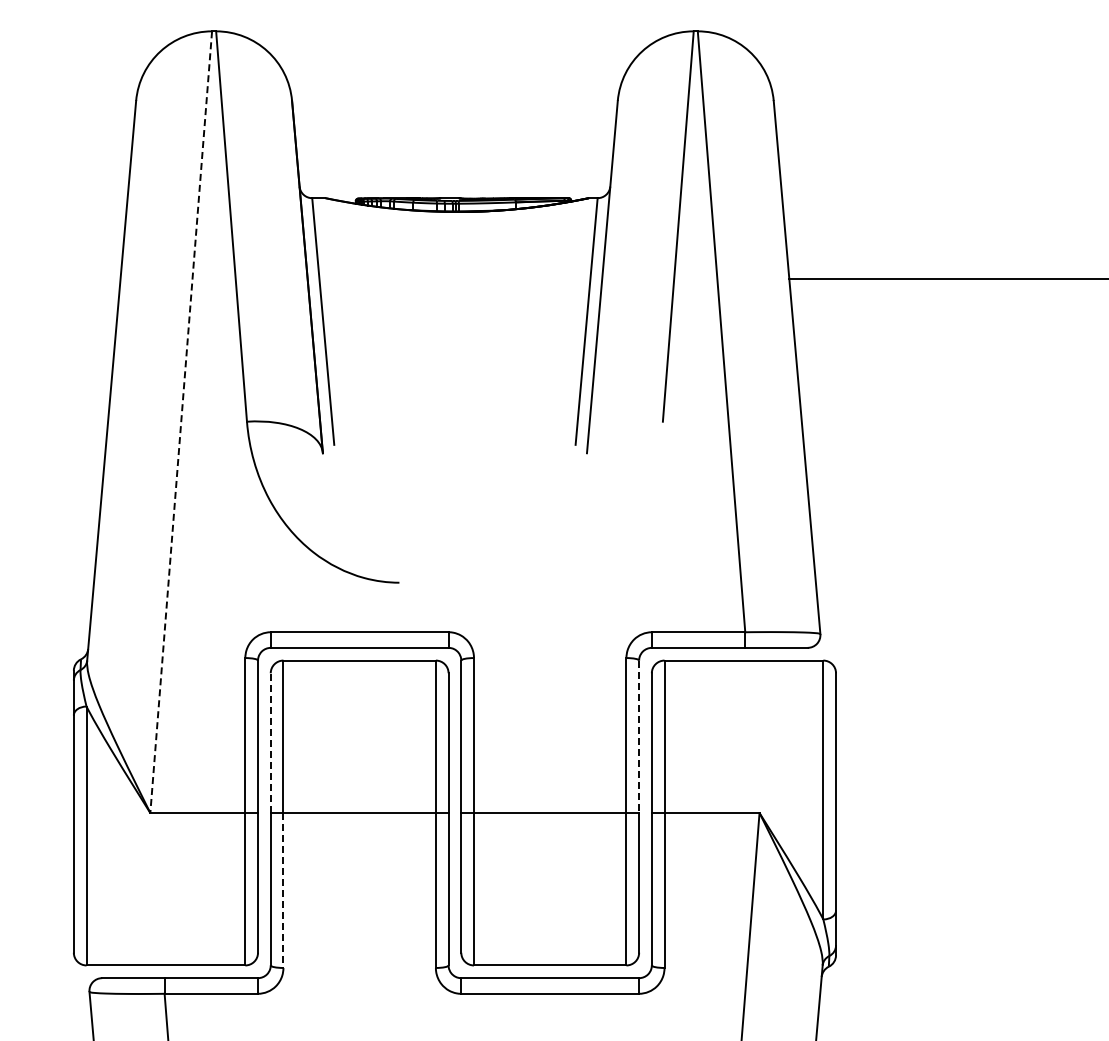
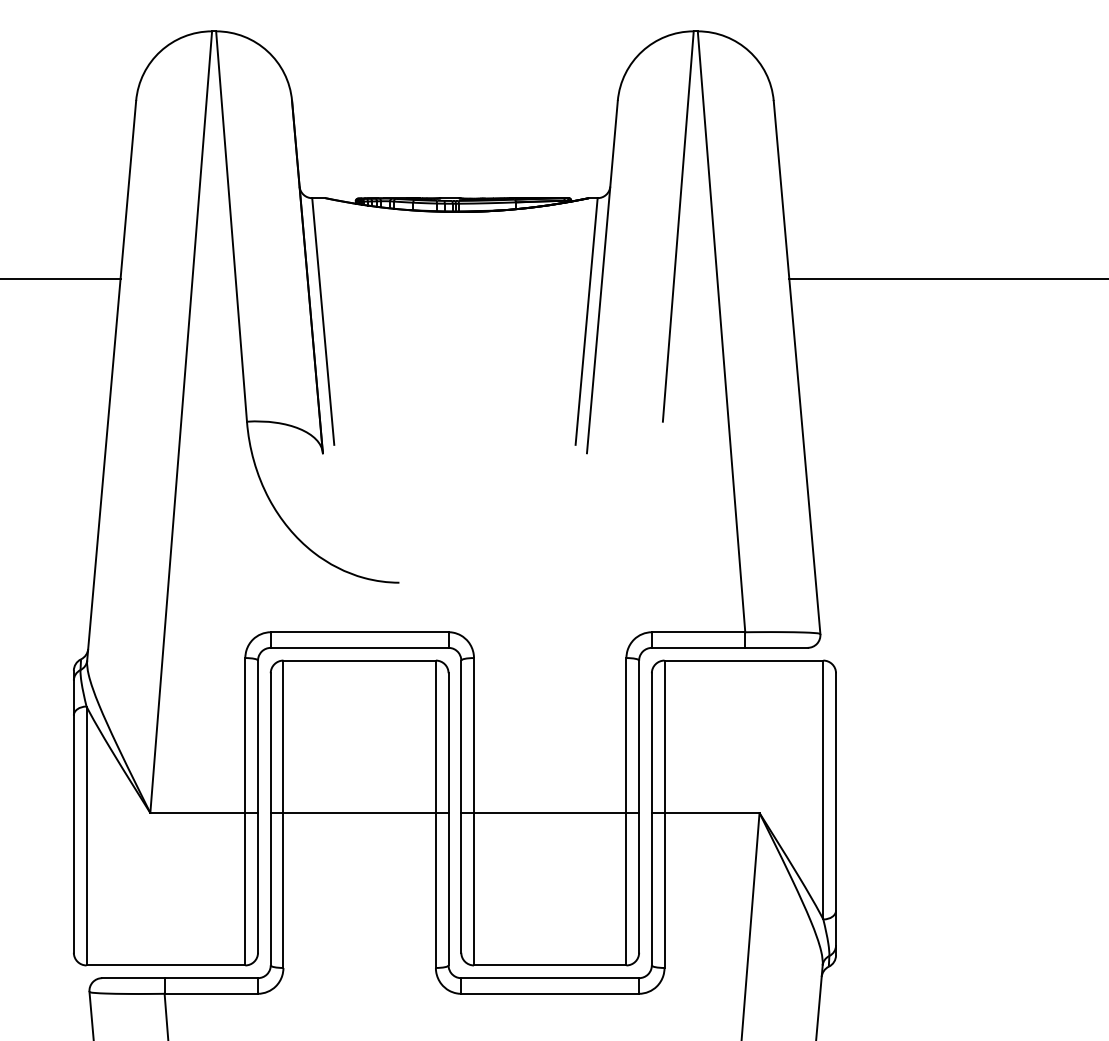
line at (61, 279): none -> present
line at (181, 422): dashed -> solid
line at (639, 737): dashed -> solid
line at (270, 743): dashed -> solid
line at (283, 890): dashed -> solid
